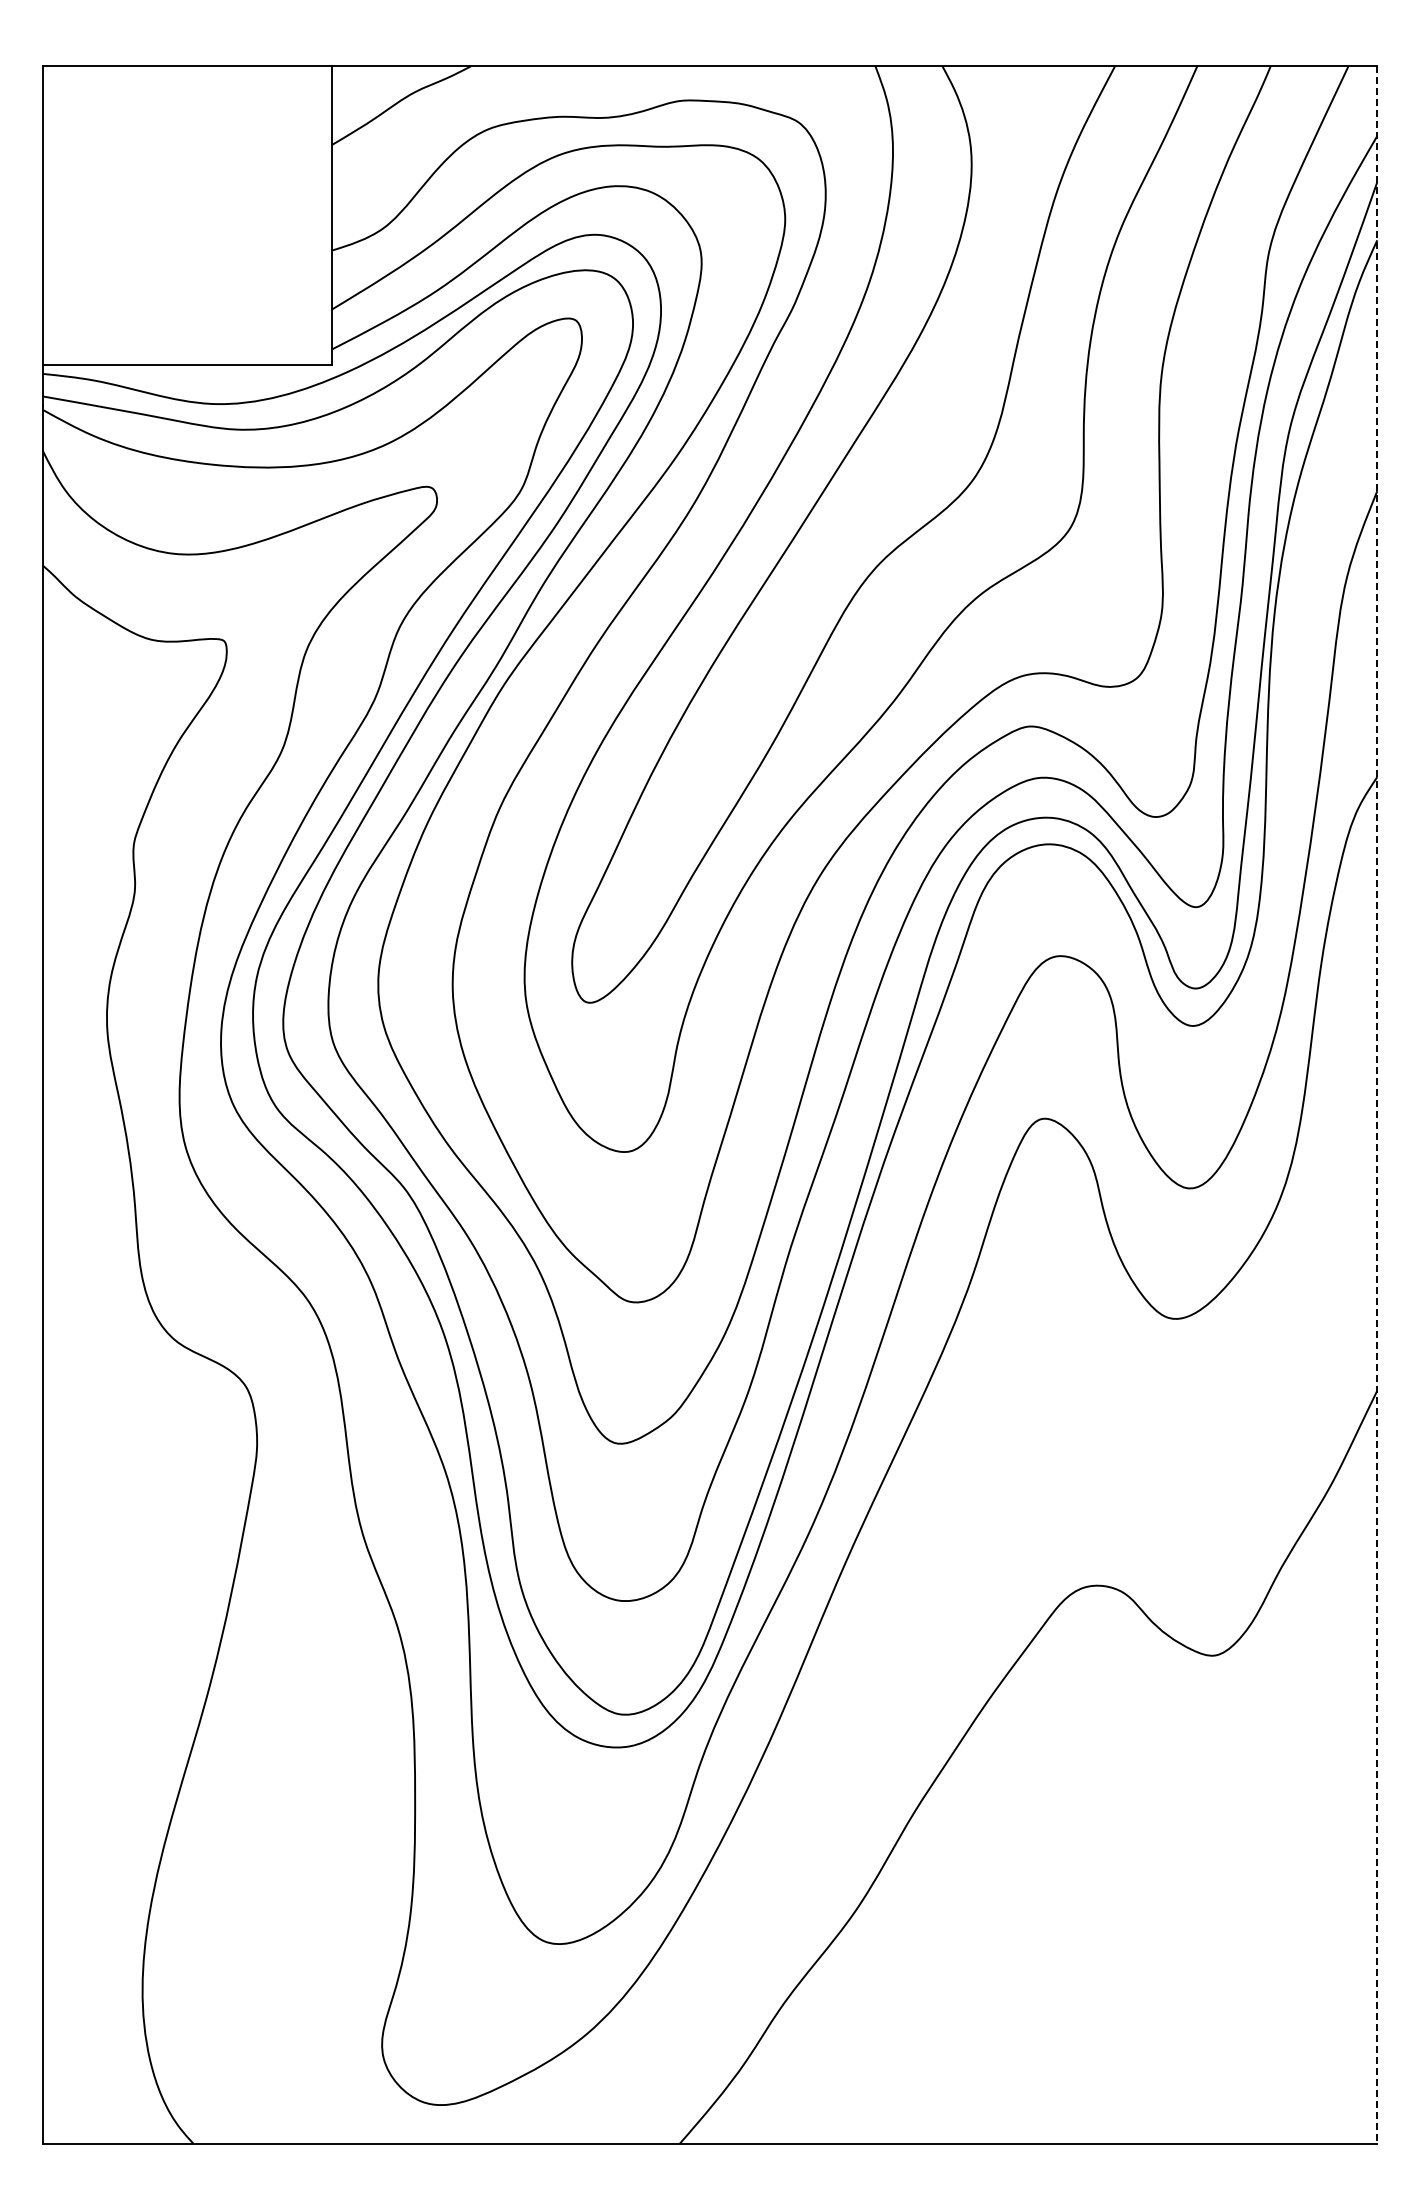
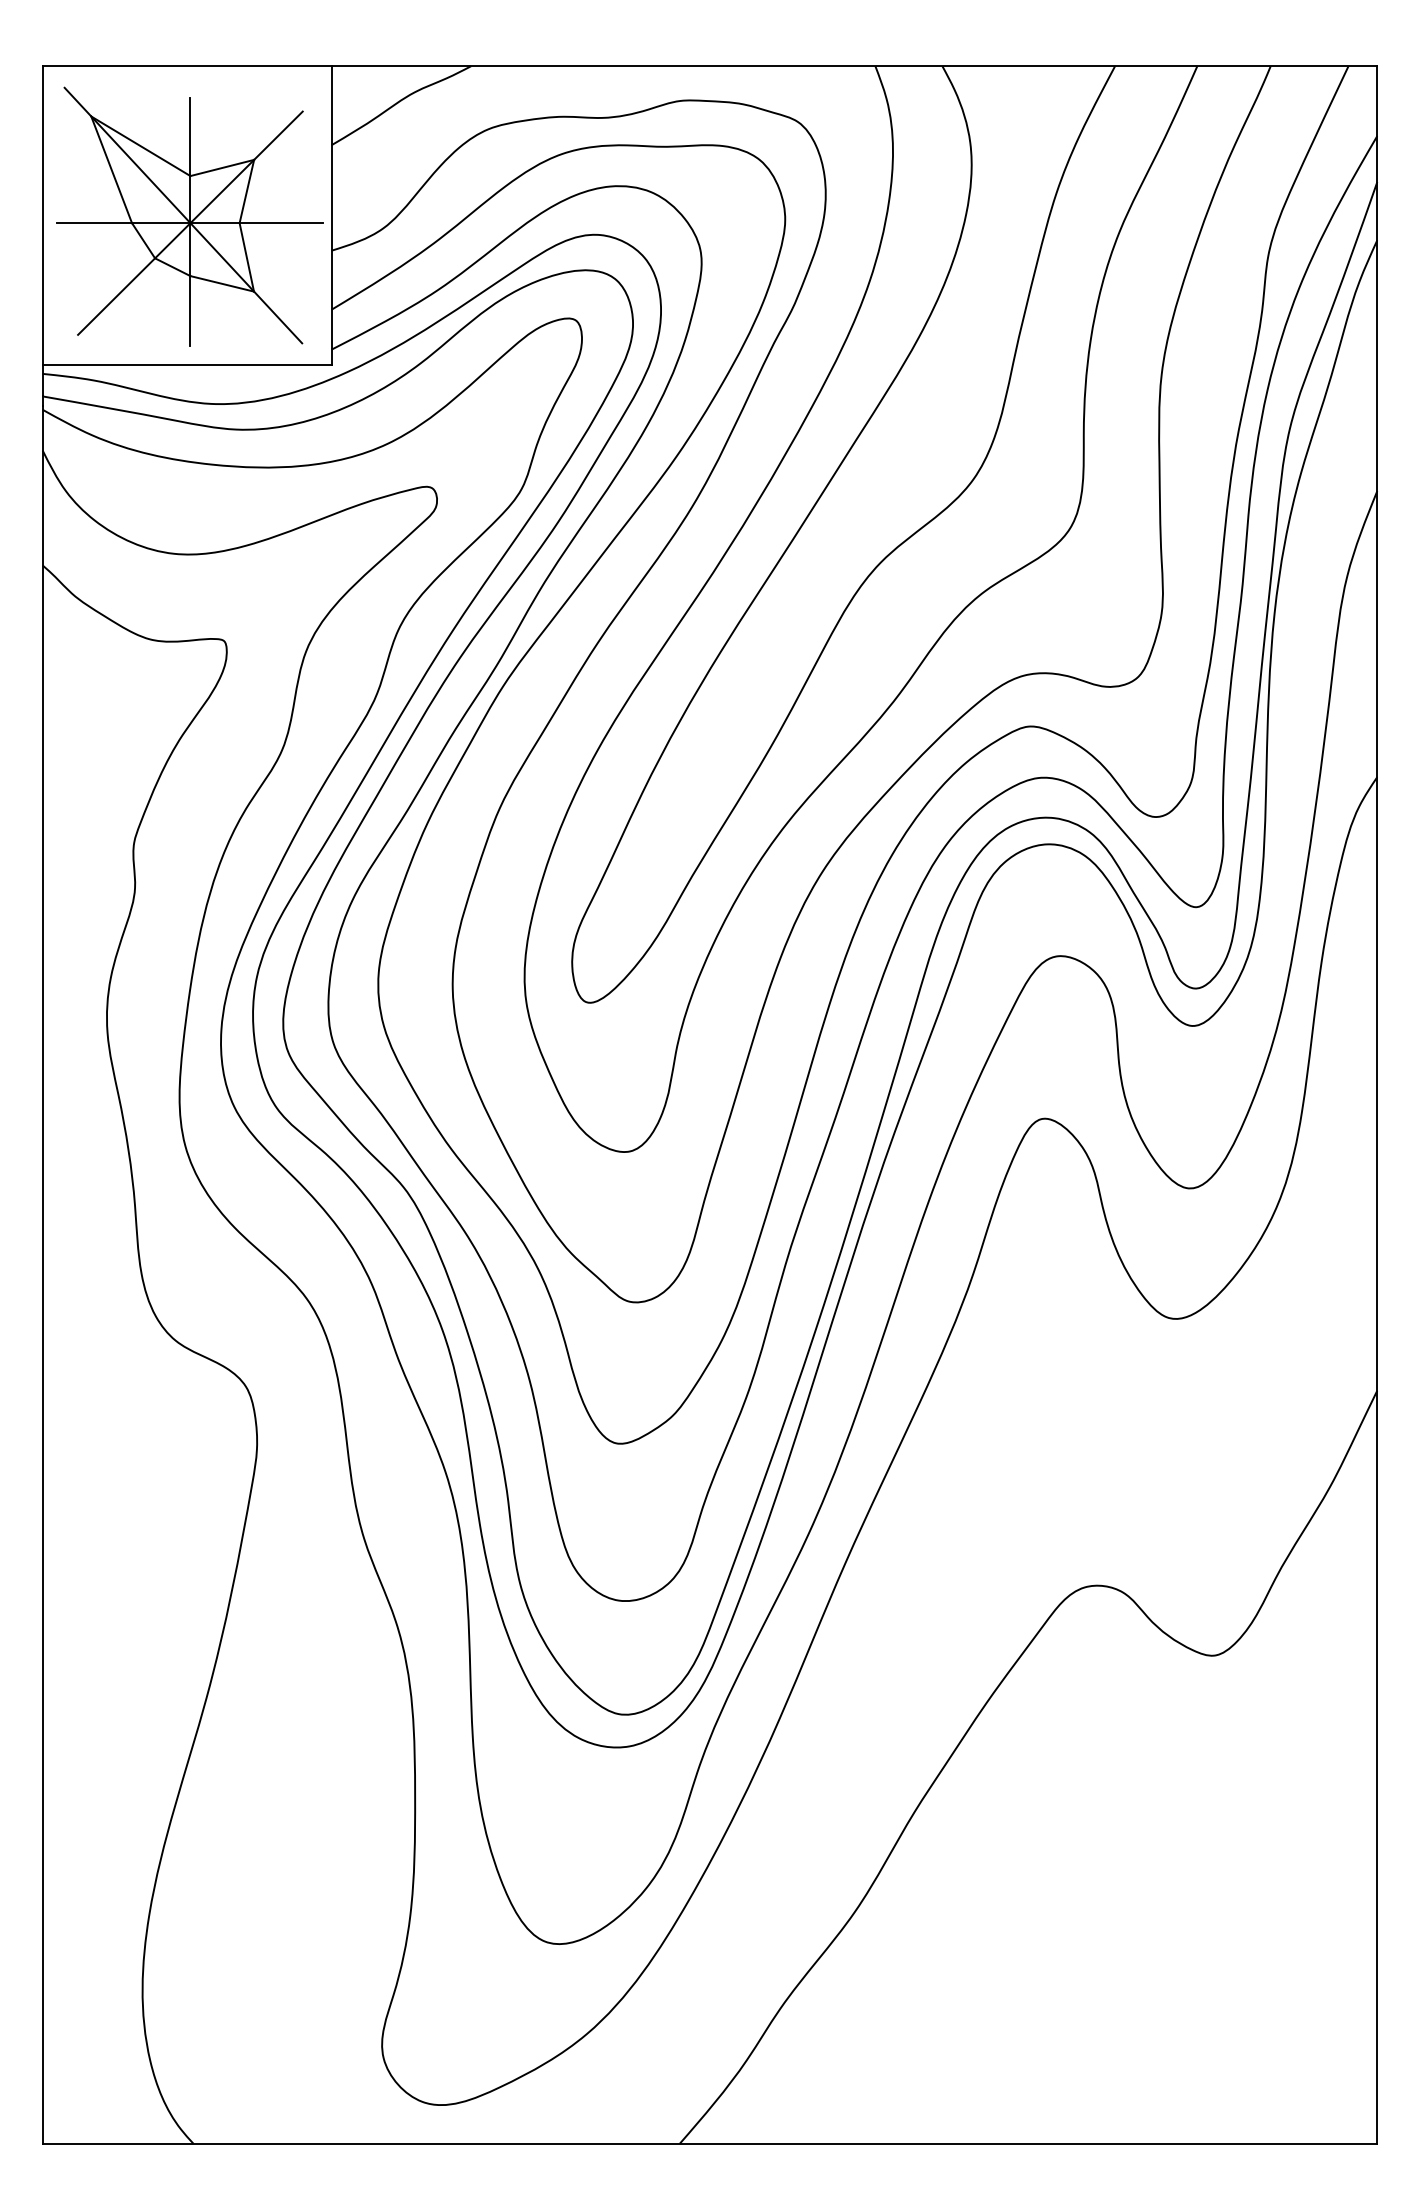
part at (189, 216): none -> present
line at (1377, 1105): dashed -> solid
